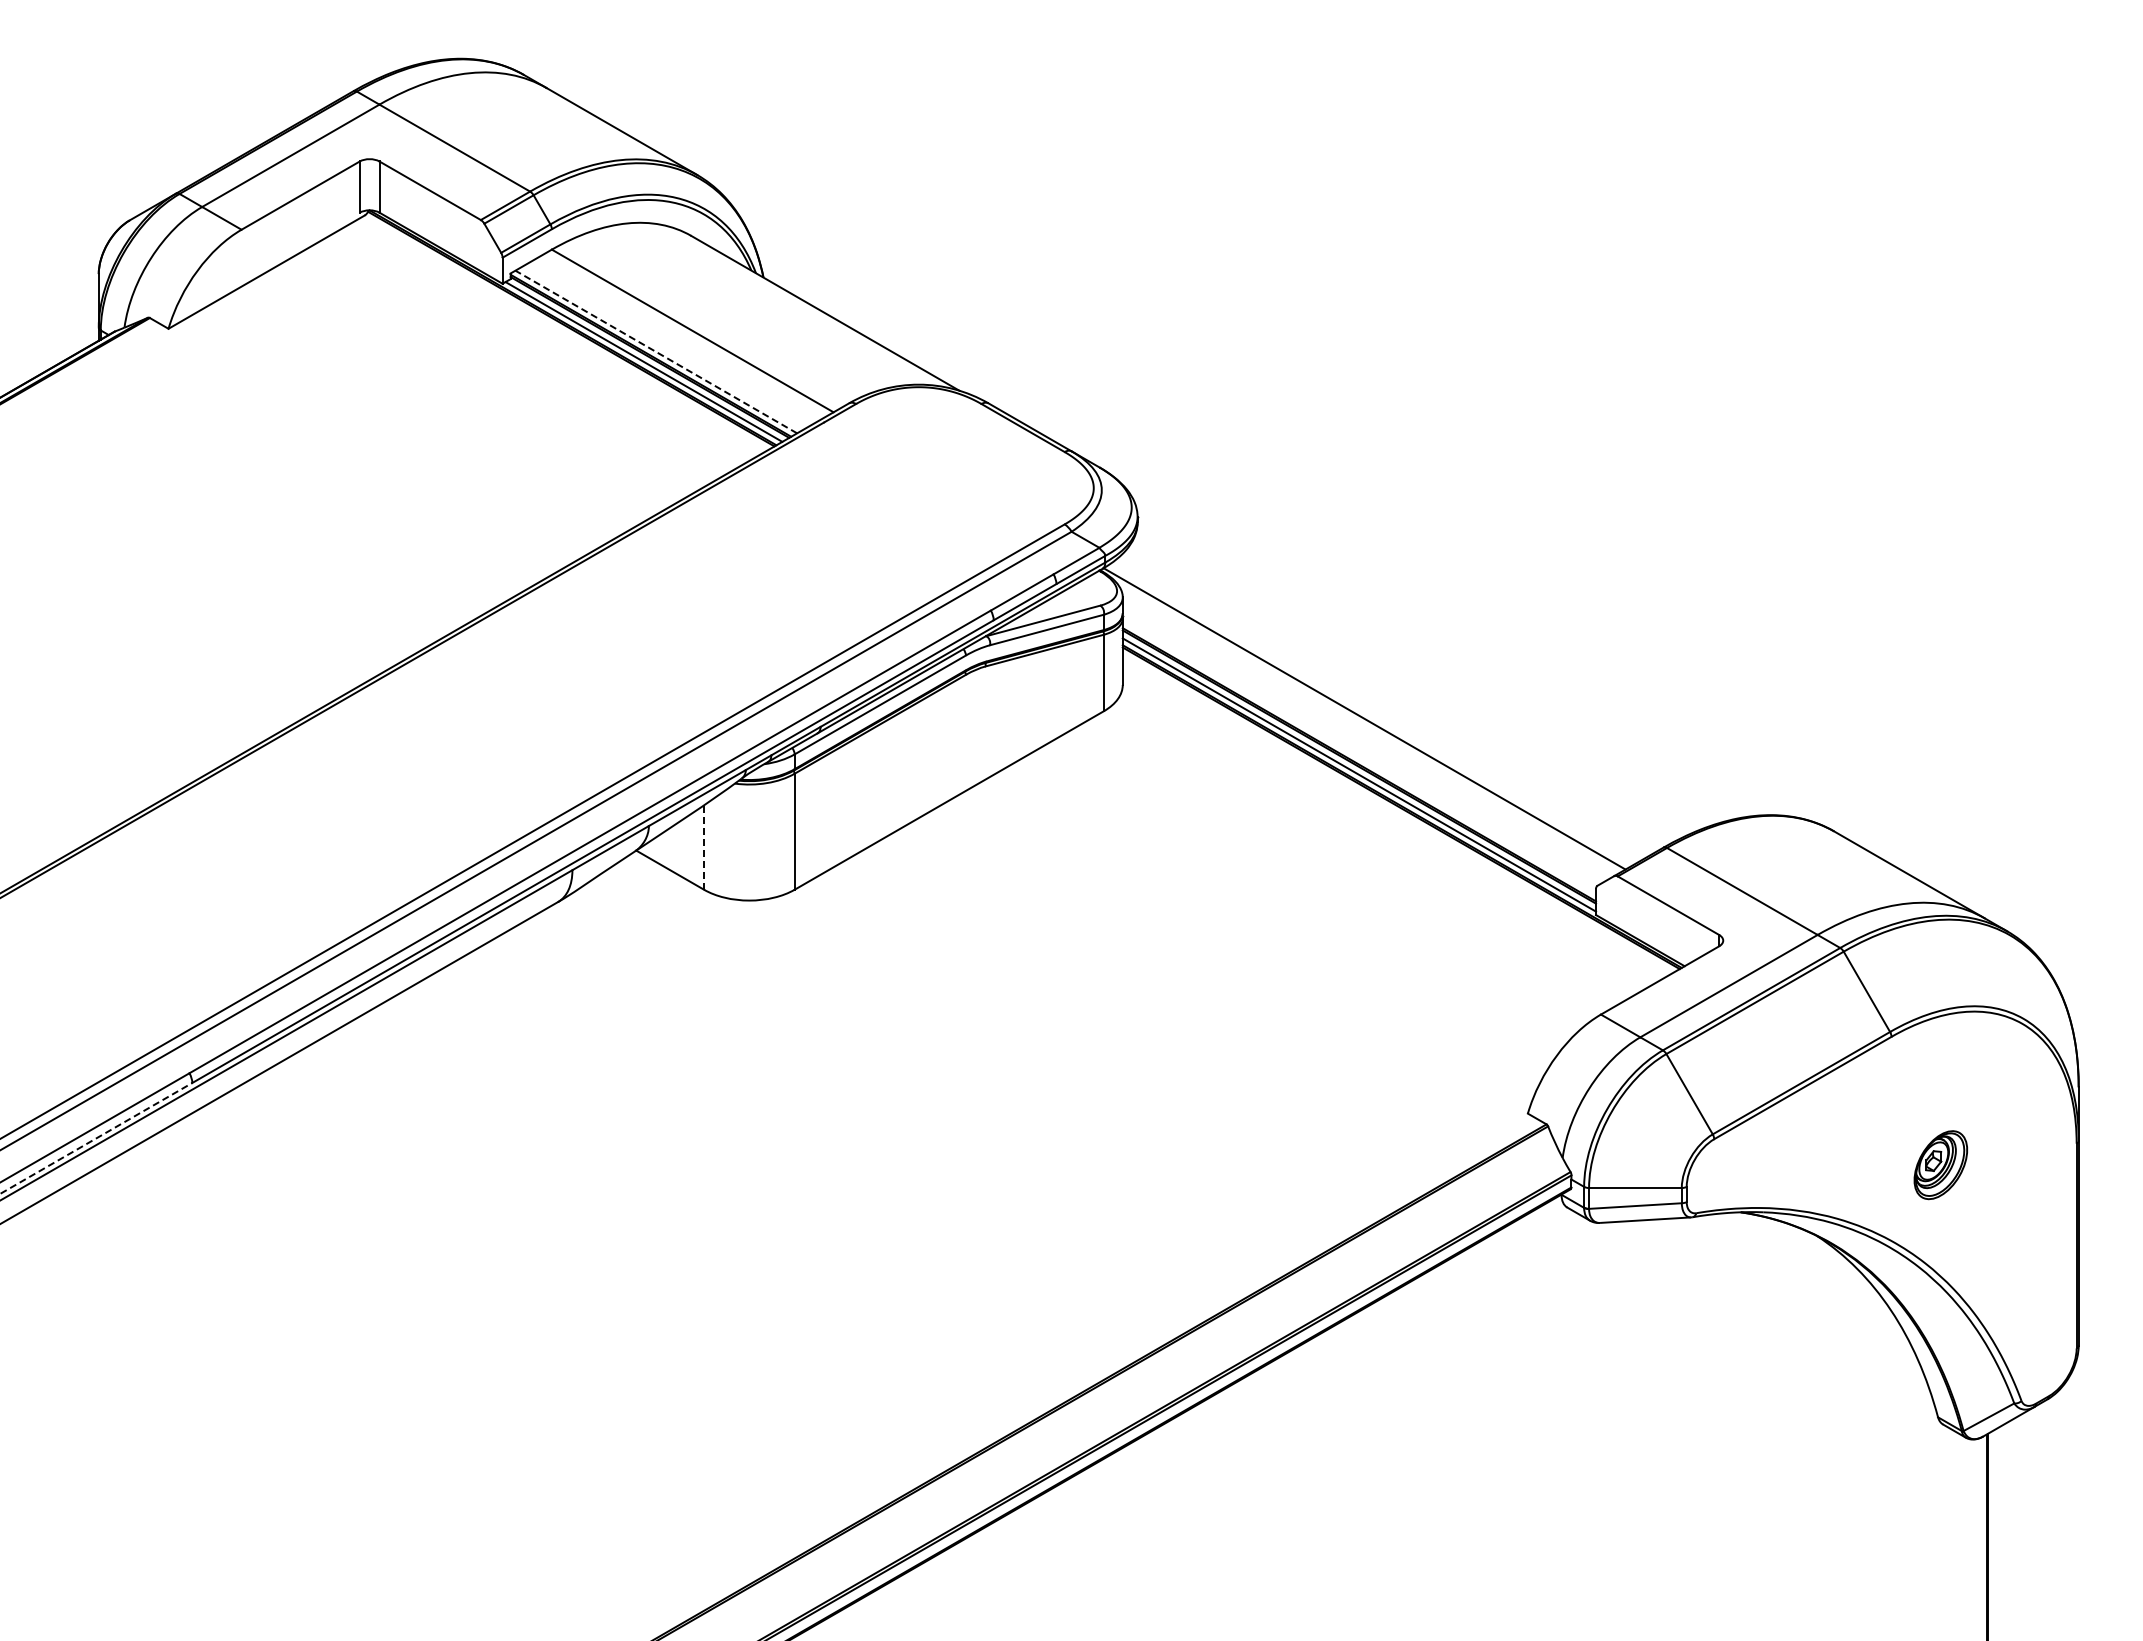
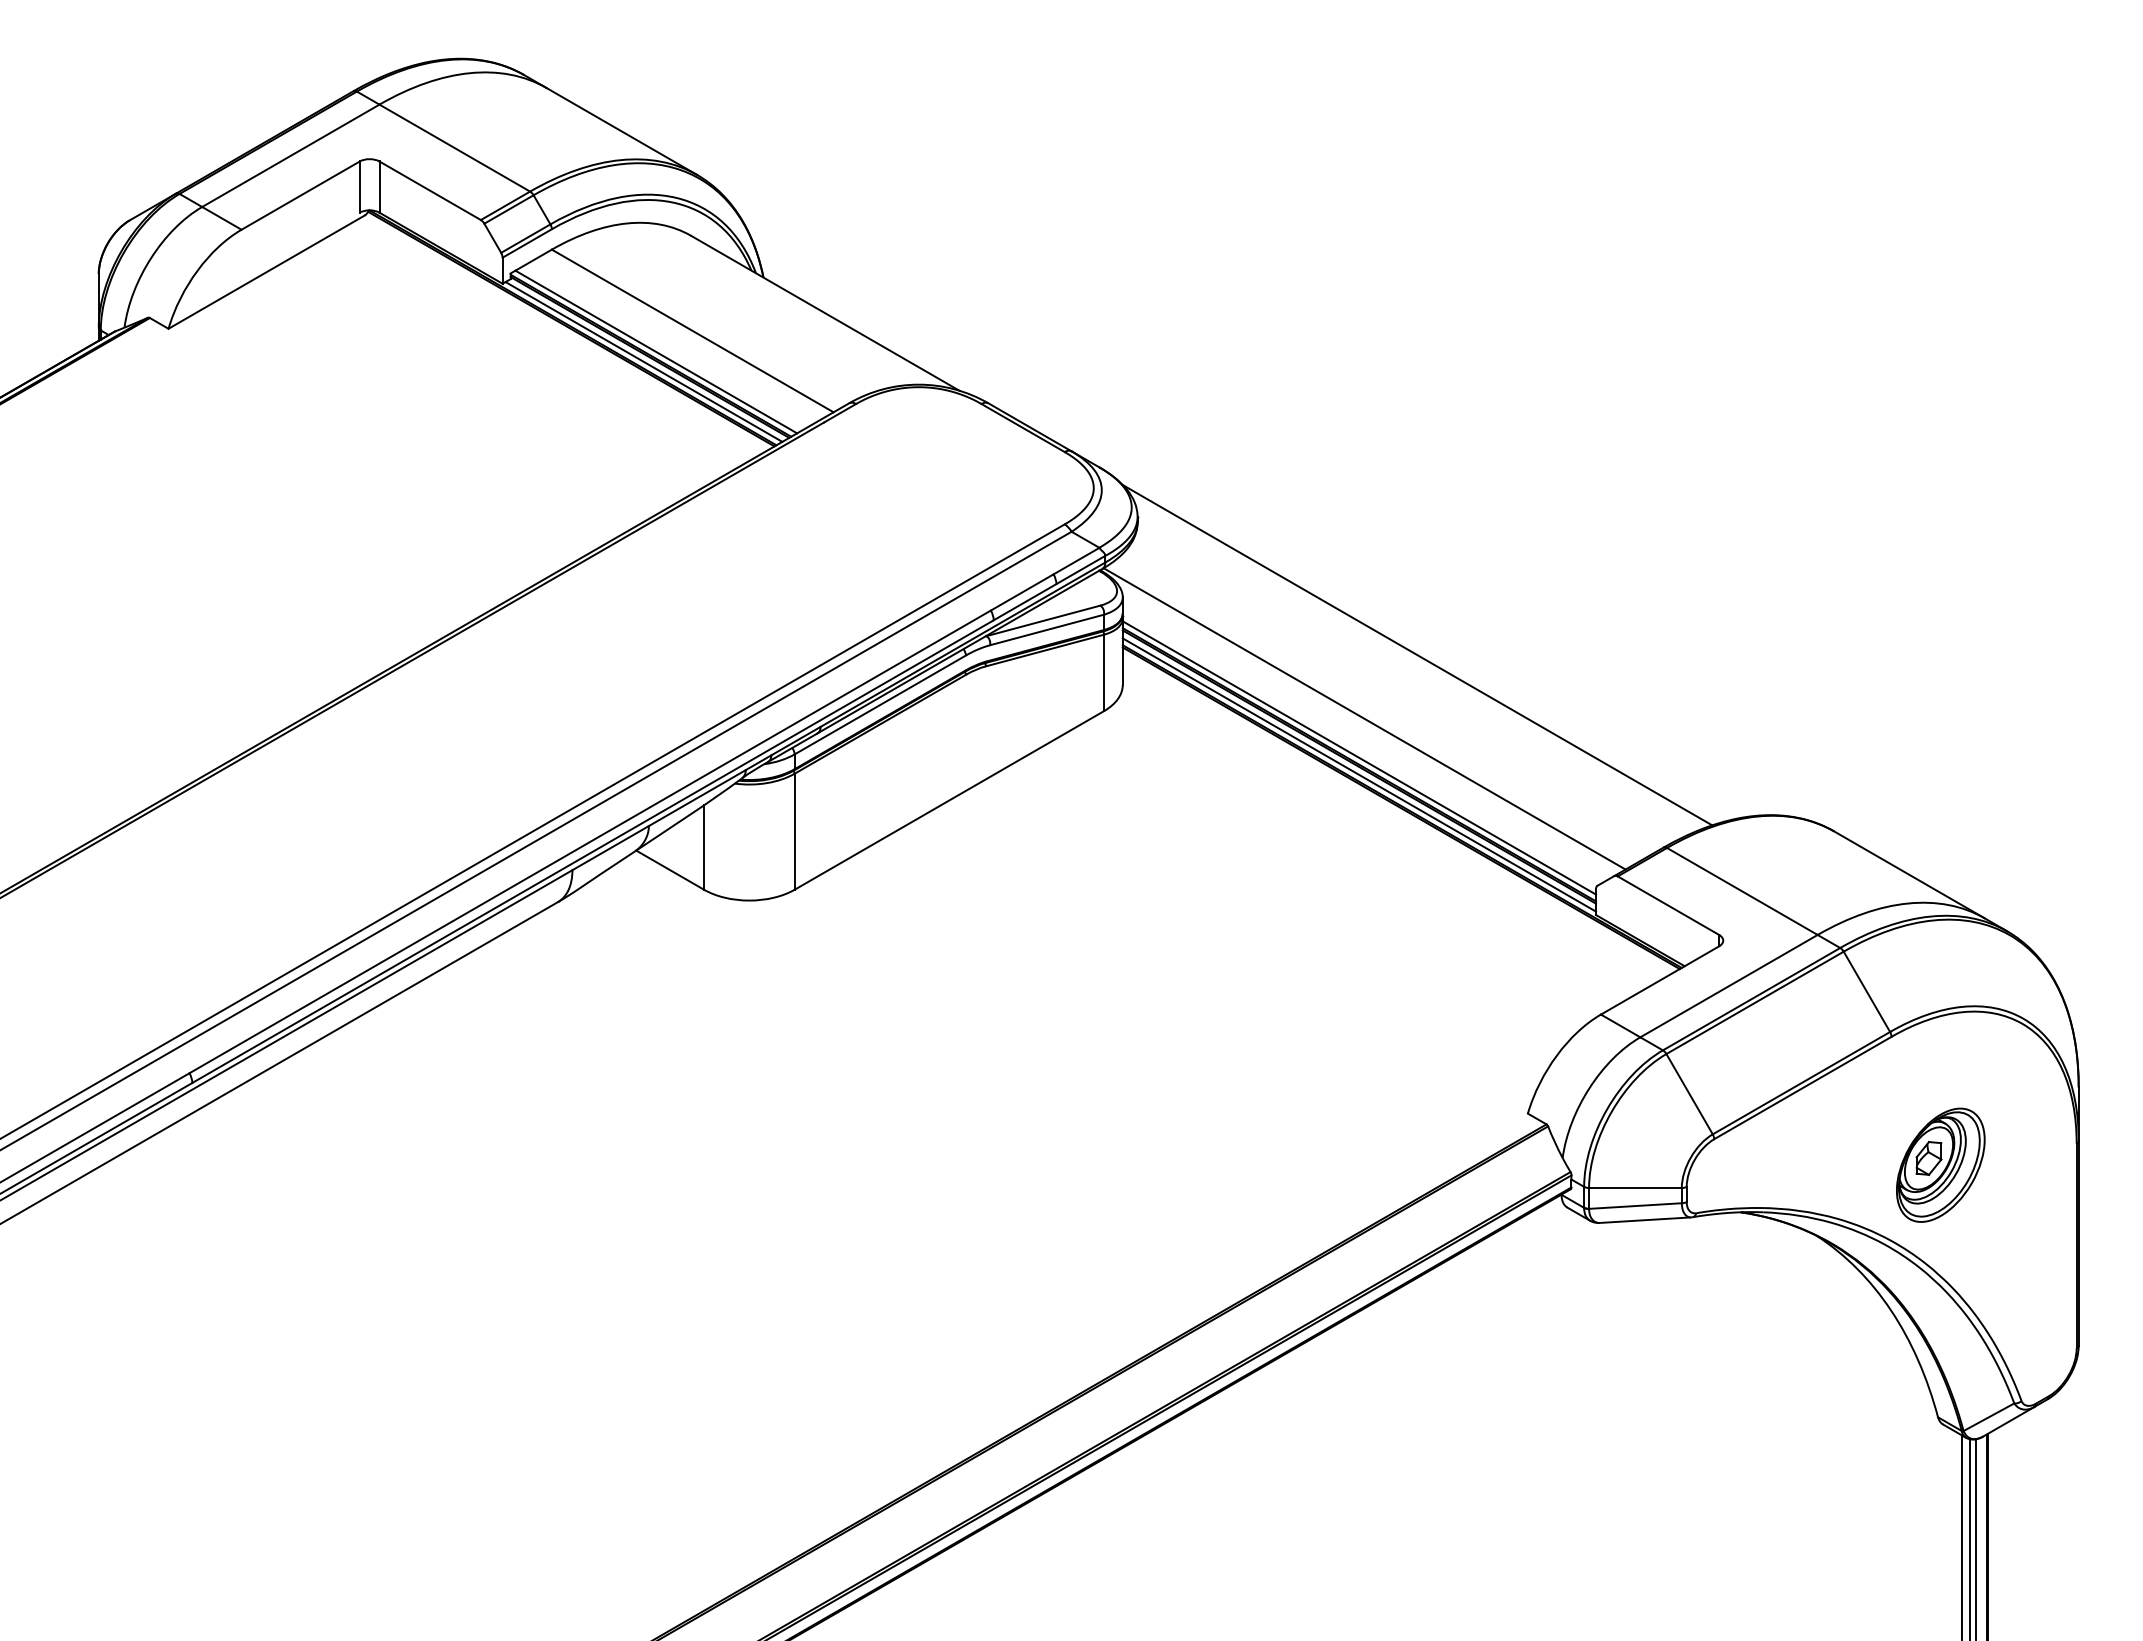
line at (656, 352): dashed -> solid
line at (1417, 655): none -> present
line at (1359, 757): none -> present
line at (704, 847): dashed -> solid
line at (96, 1138): dashed -> solid
part at (1940, 1165) size: 55x71 px -> 90x116 px
line at (1962, 1536): none -> present
line at (1970, 1538): none -> present
line at (1976, 1538): none -> present
